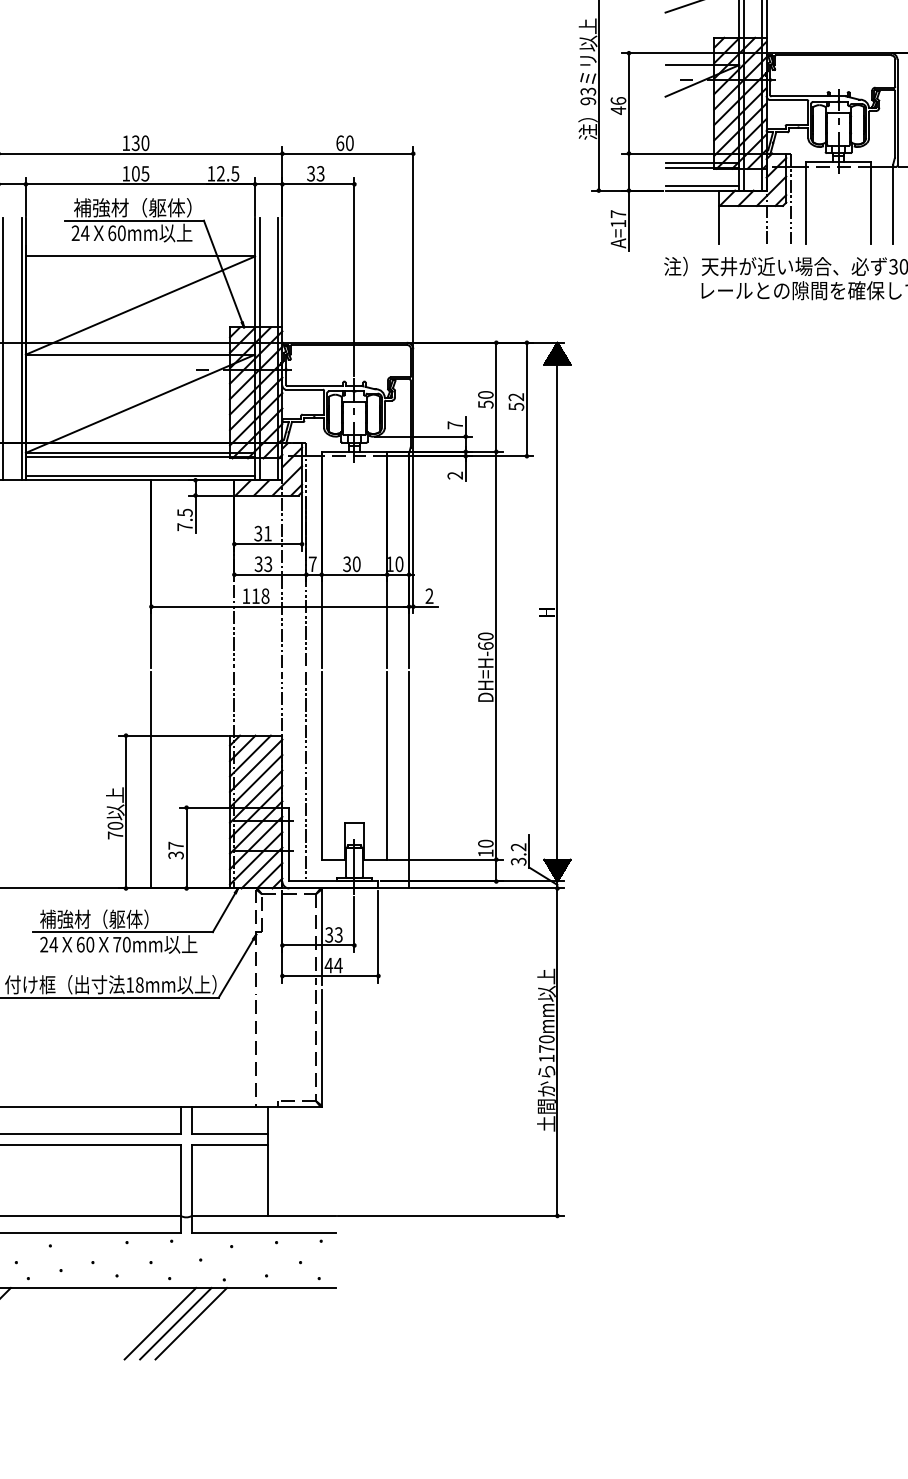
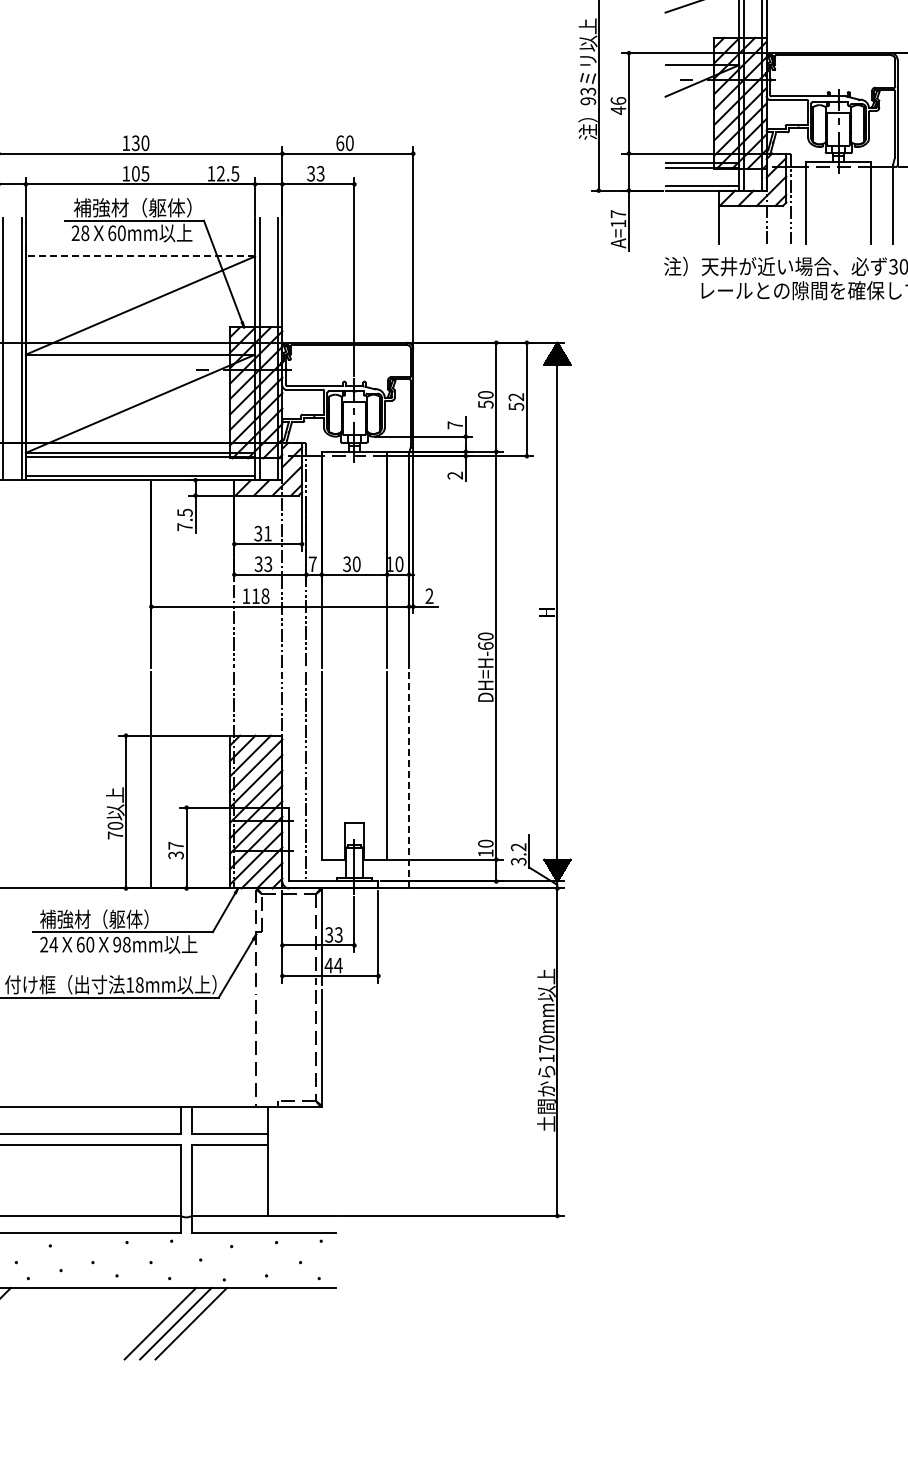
text at (85, 233): 24 -> 28
line at (140, 256): solid -> dashed
line at (409, 780): solid -> dashed
text at (121, 944): 70mm -> 98mm
